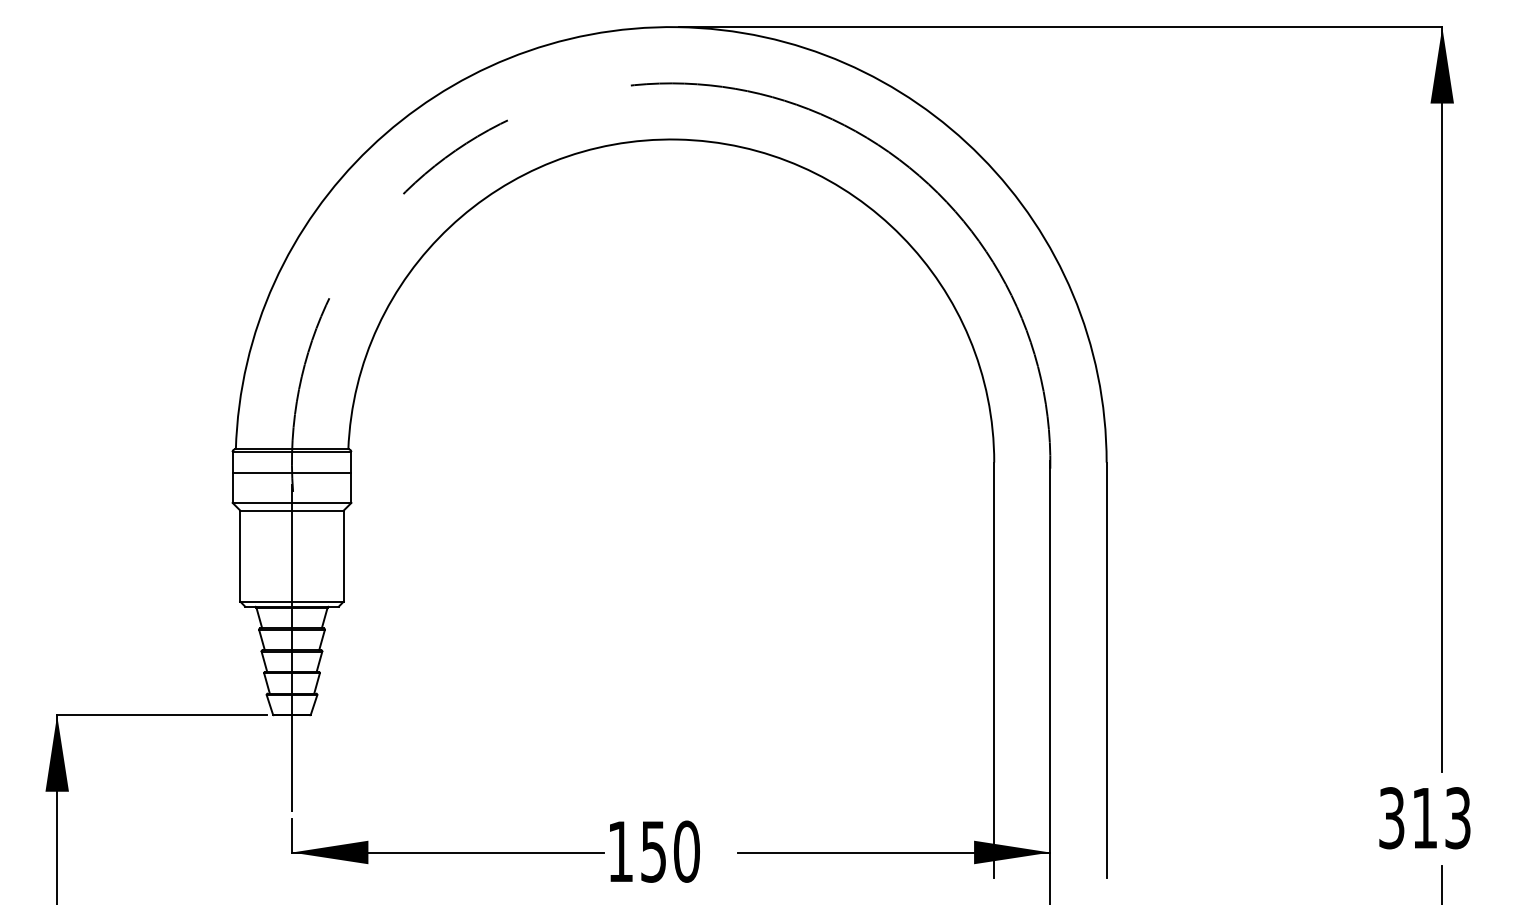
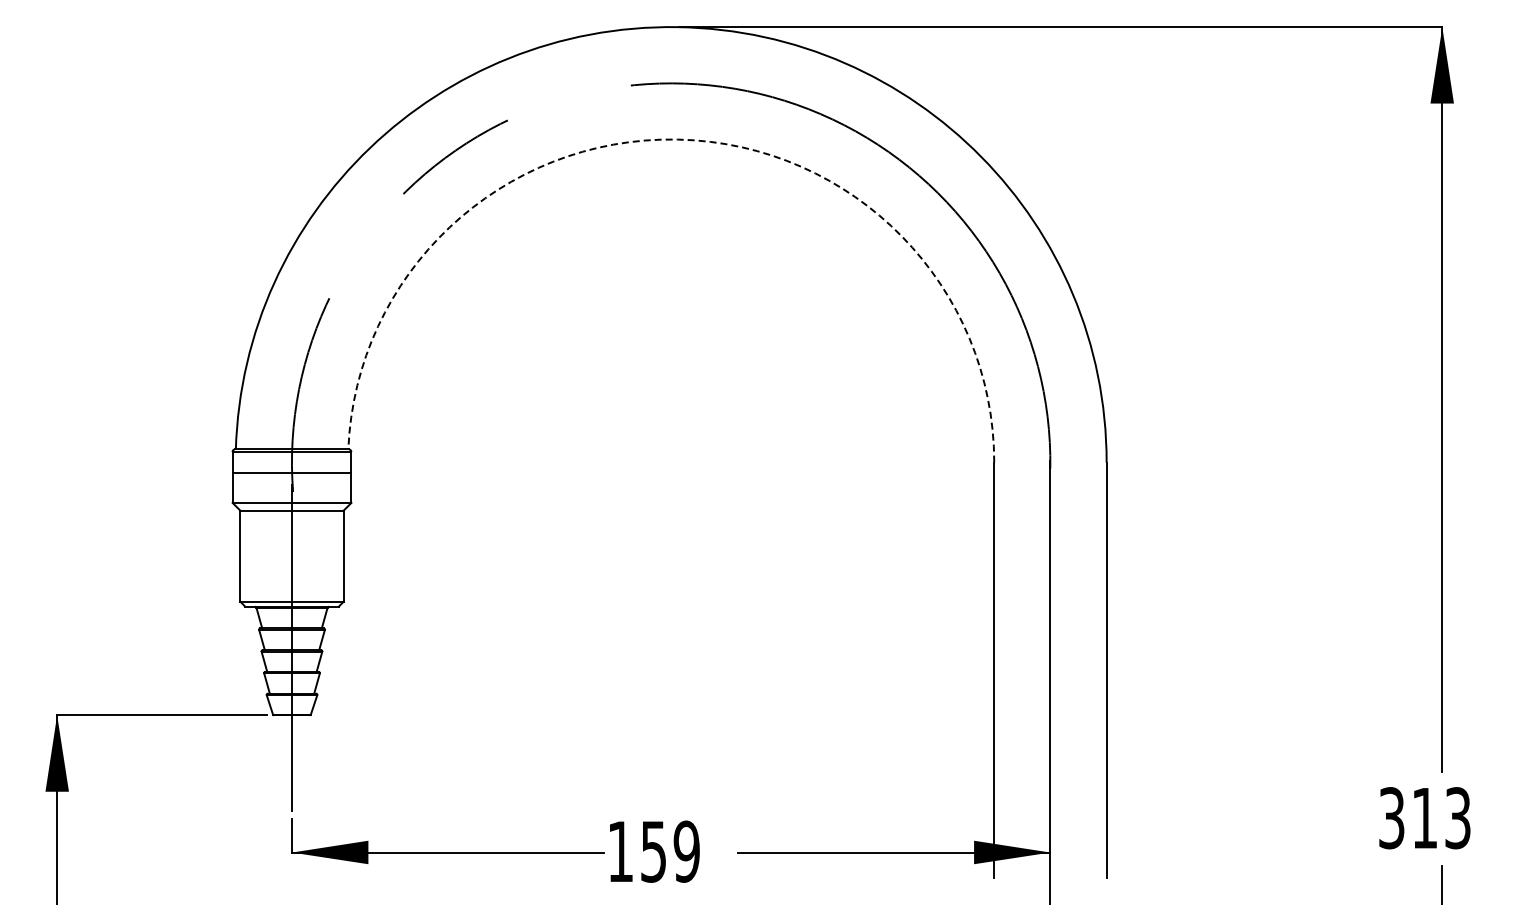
arc at (677, 139): solid -> dashed
text at (686, 851): 150 -> 159
